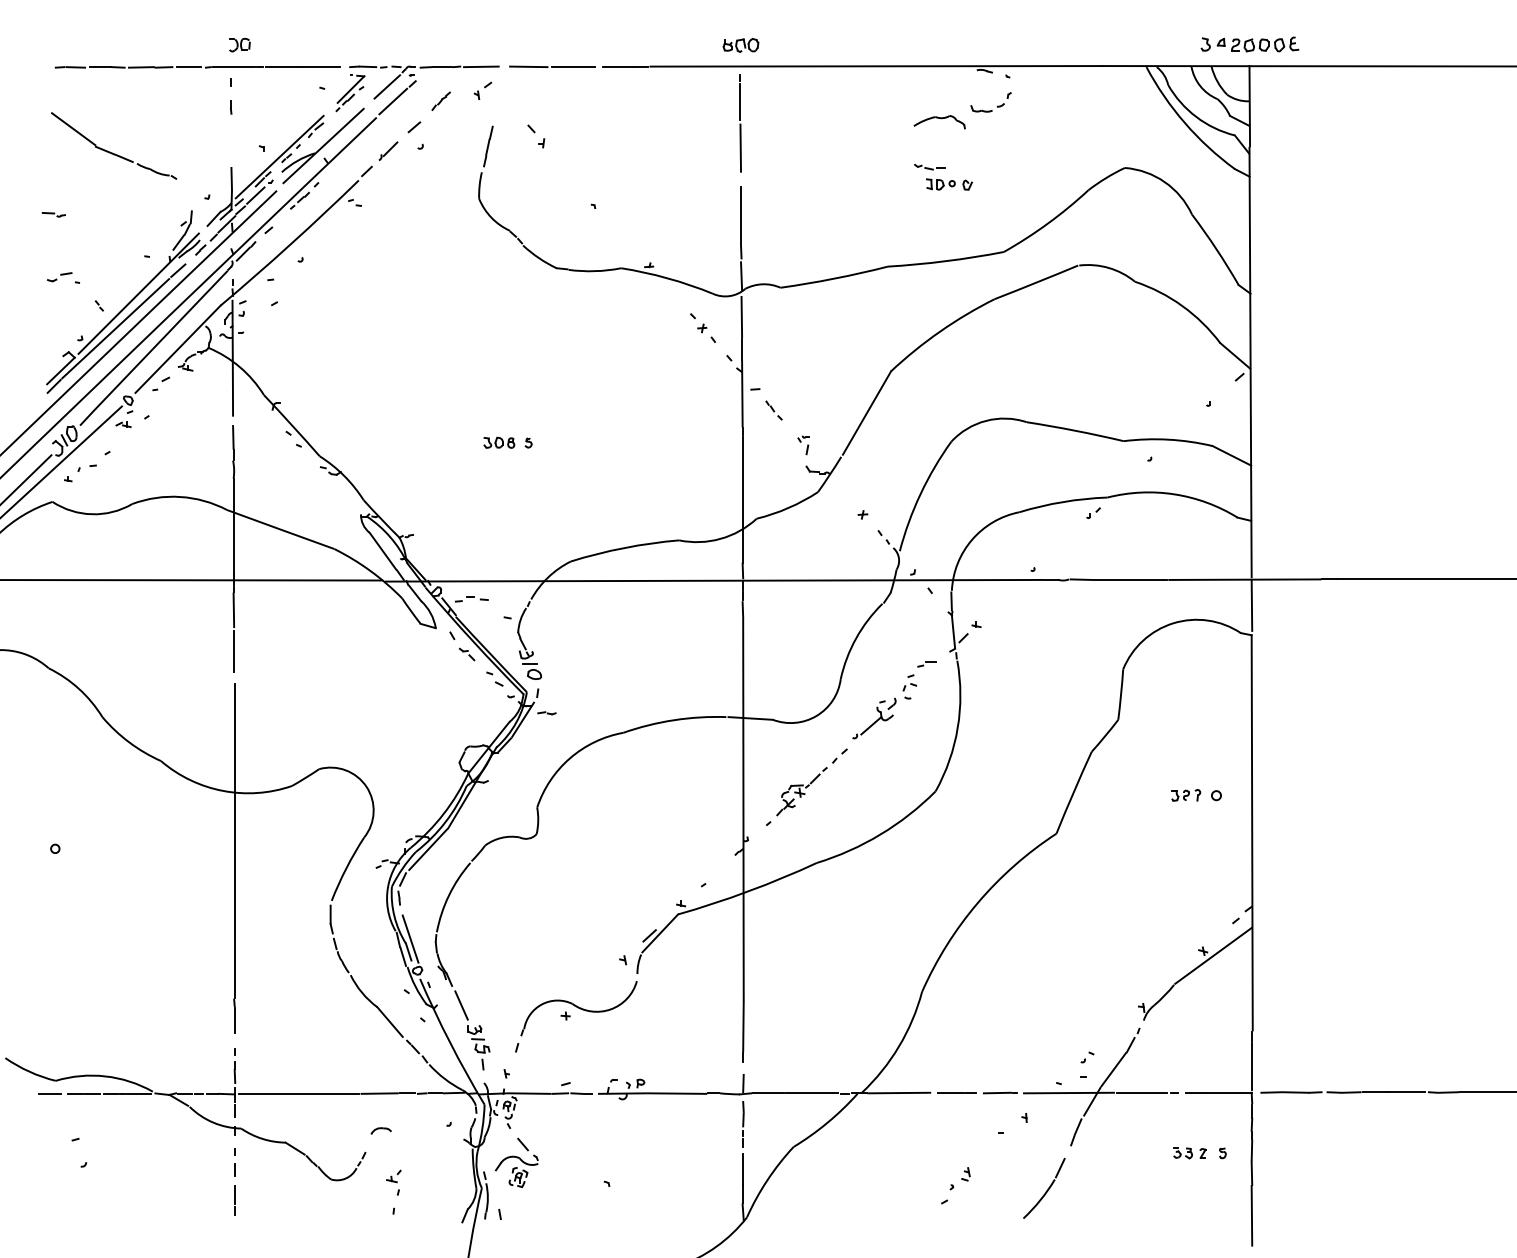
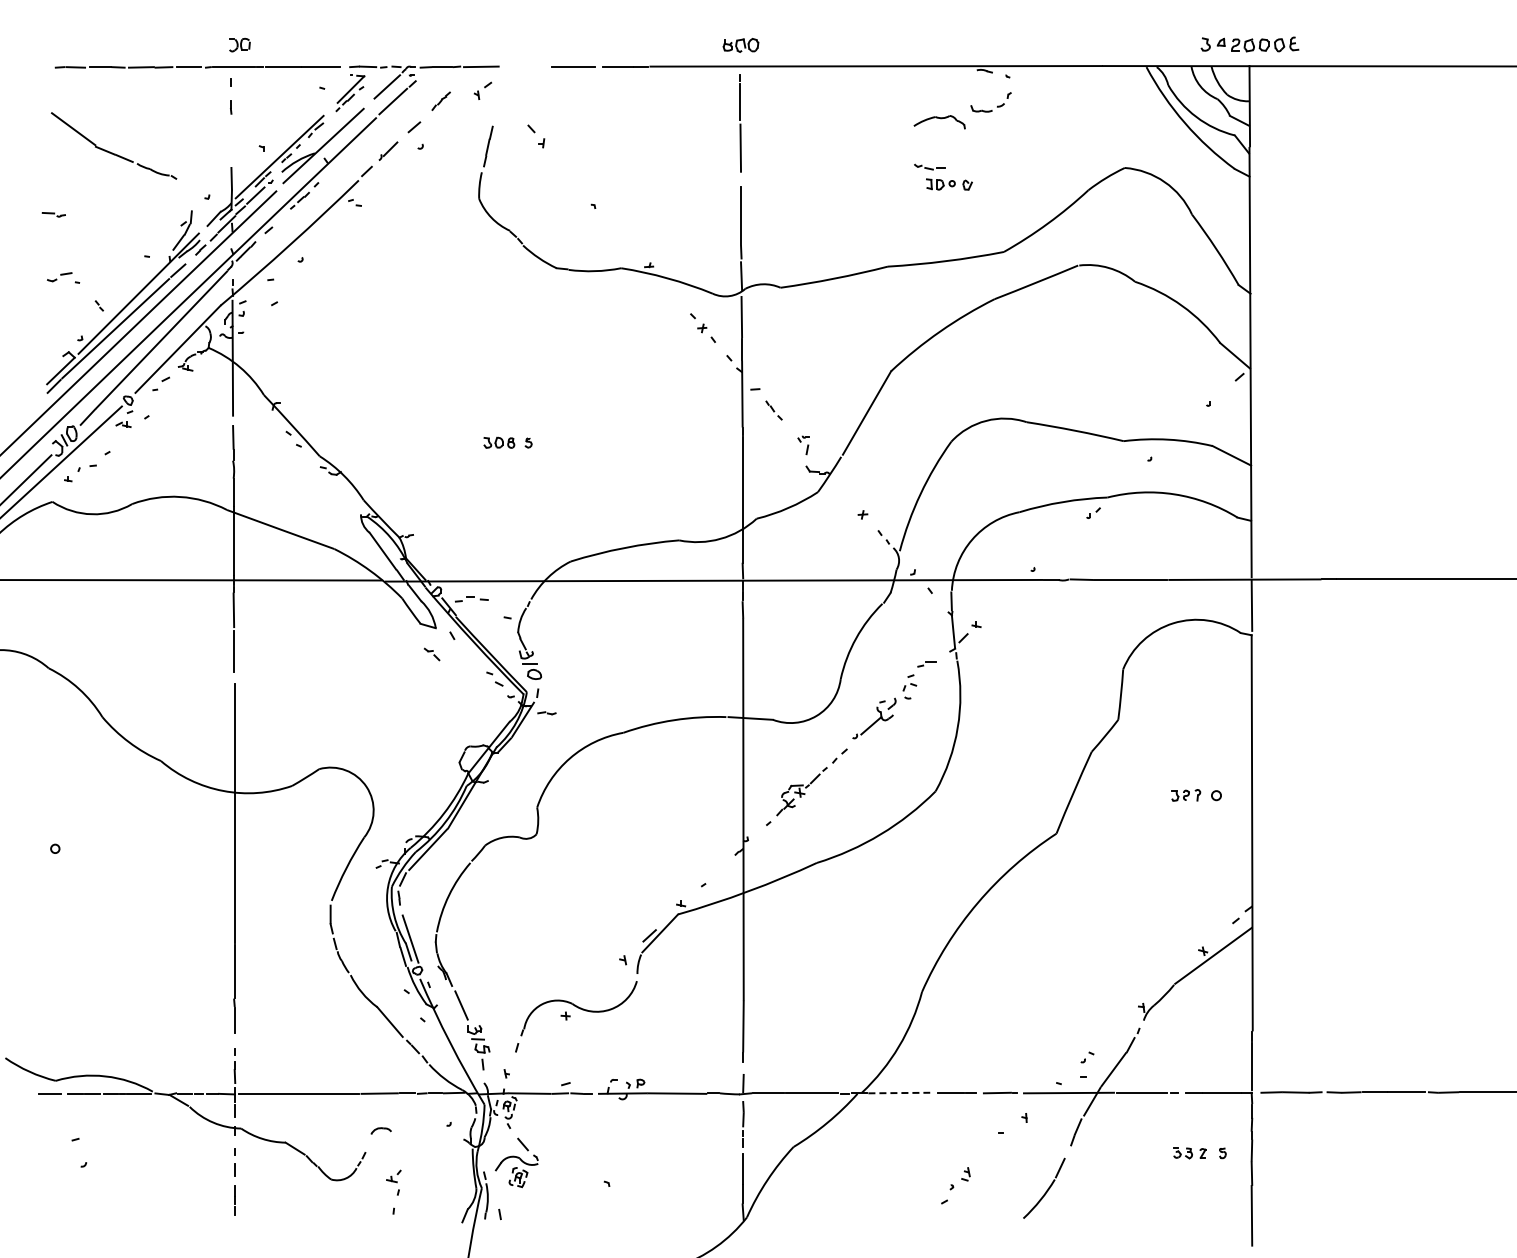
line at (528, 66): present -> none
part at (466, 654) position: (466, 654) -> (431, 654)
line at (899, 1093): solid -> dashed
